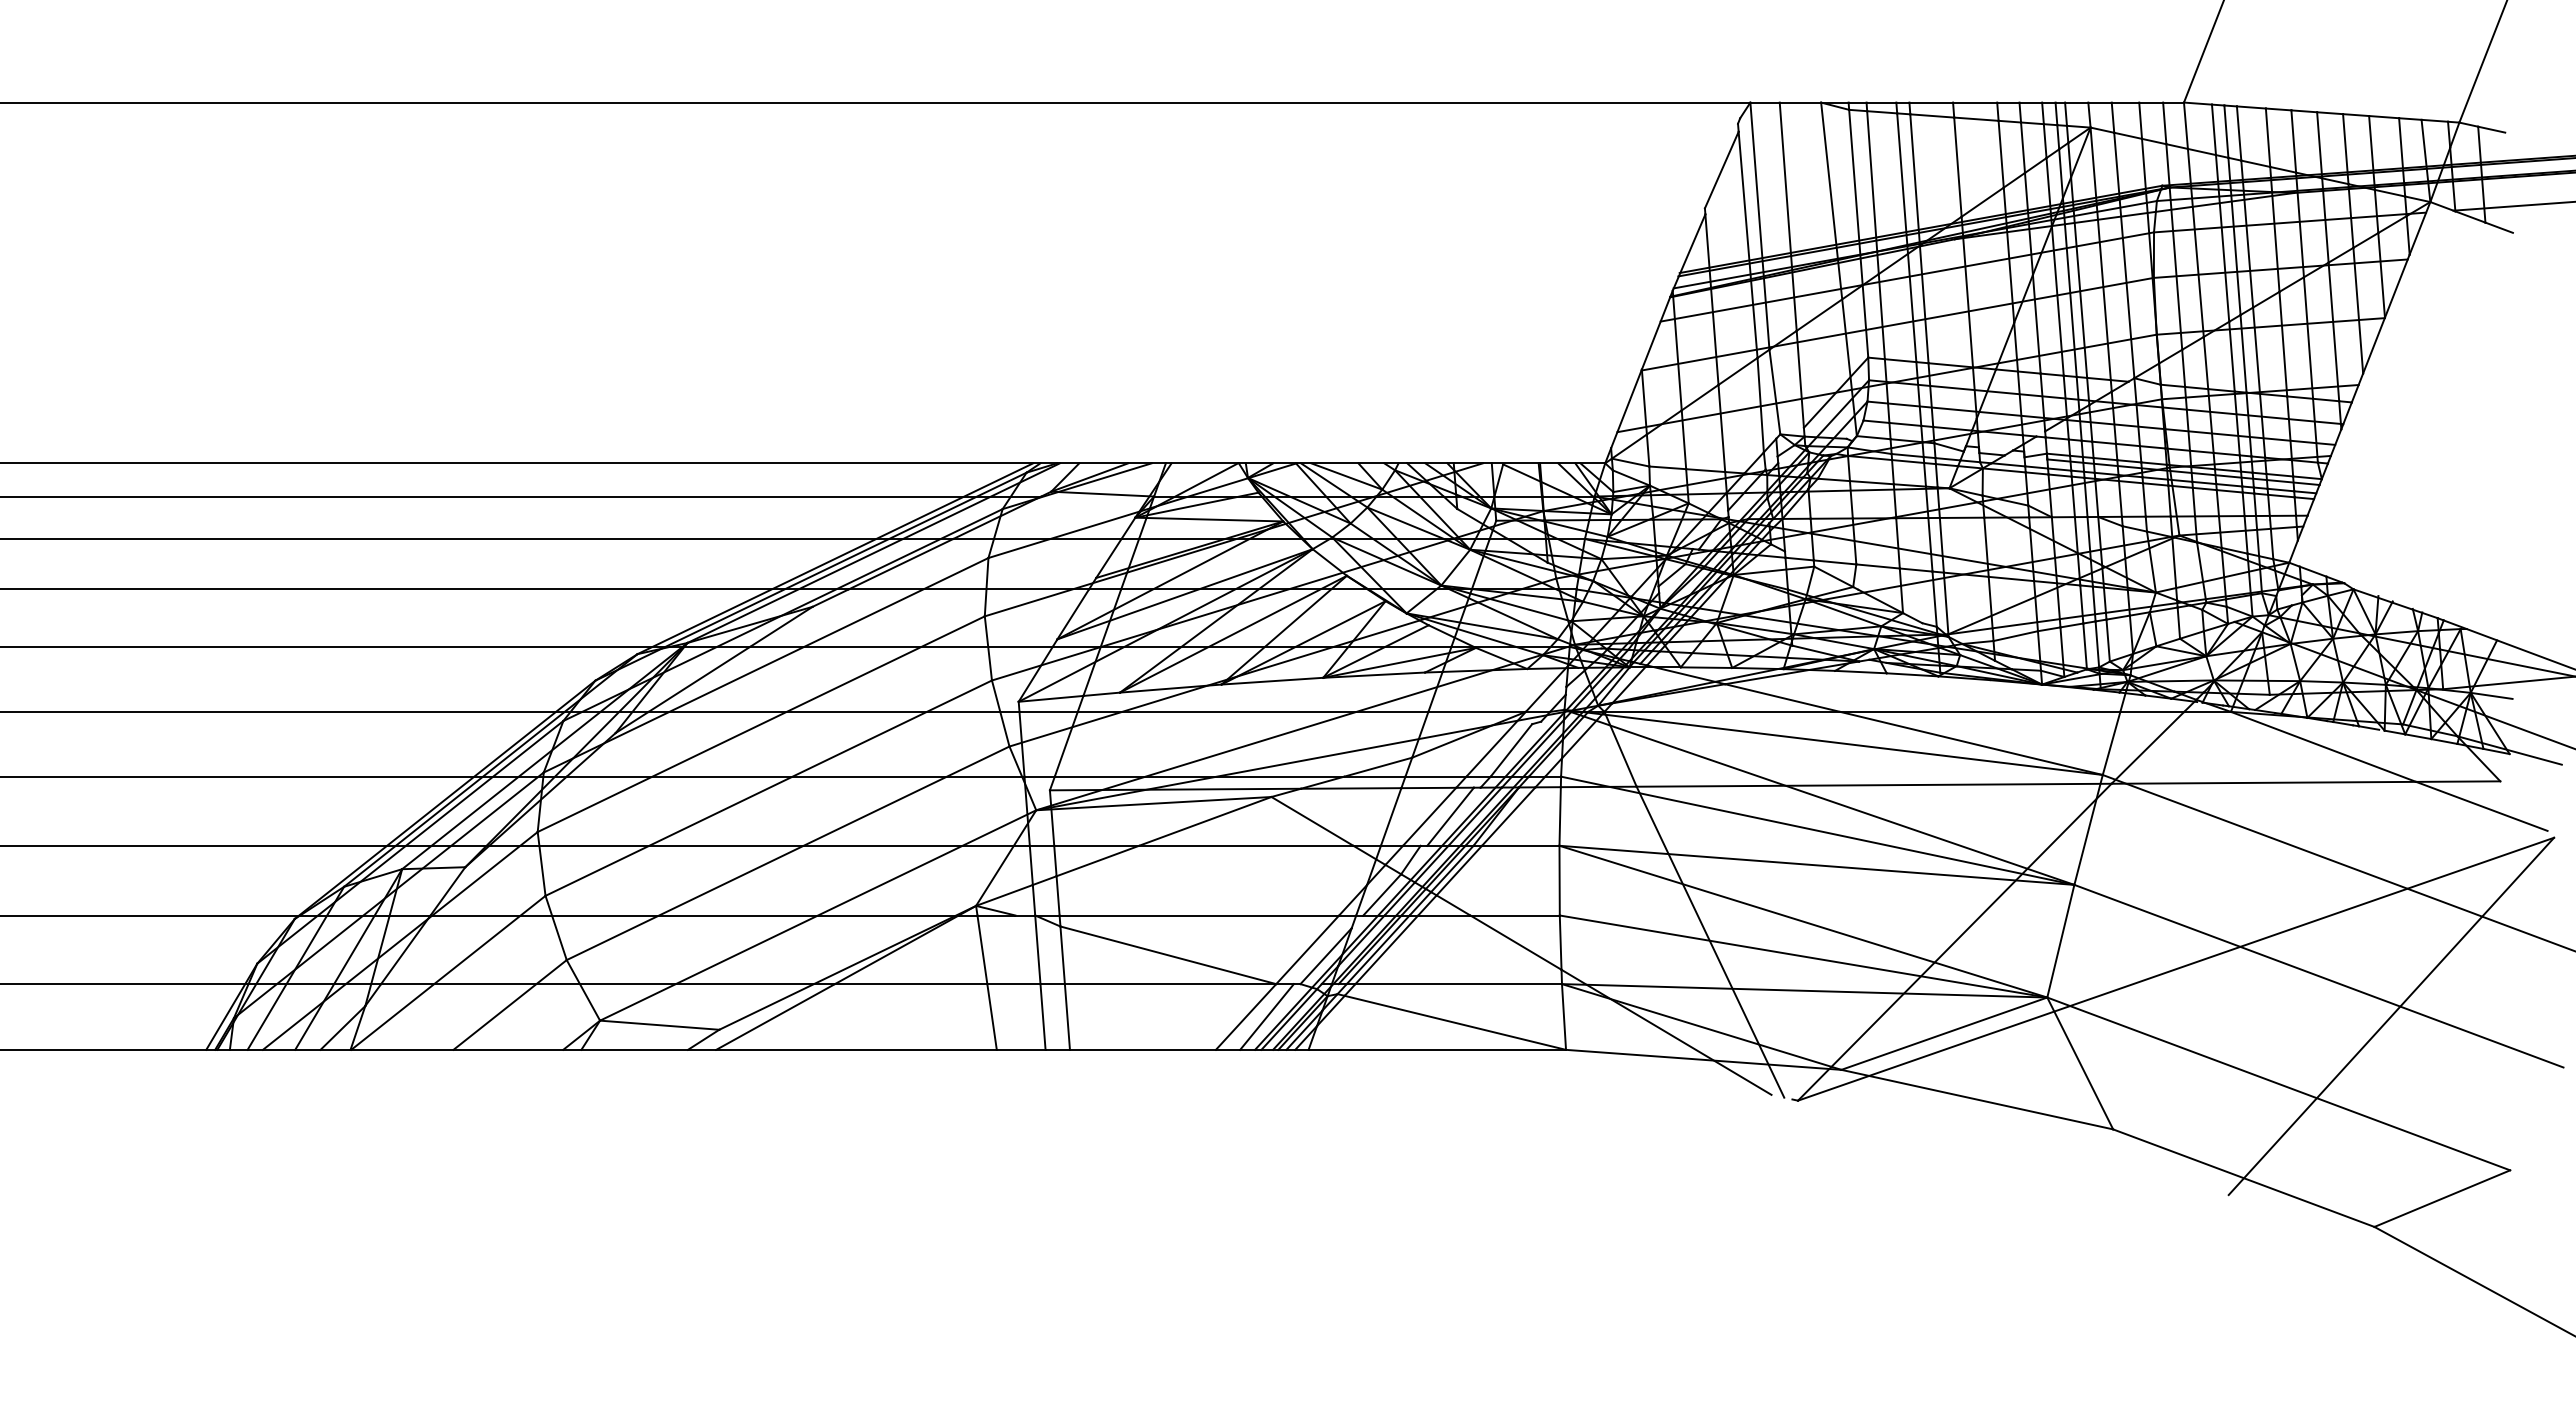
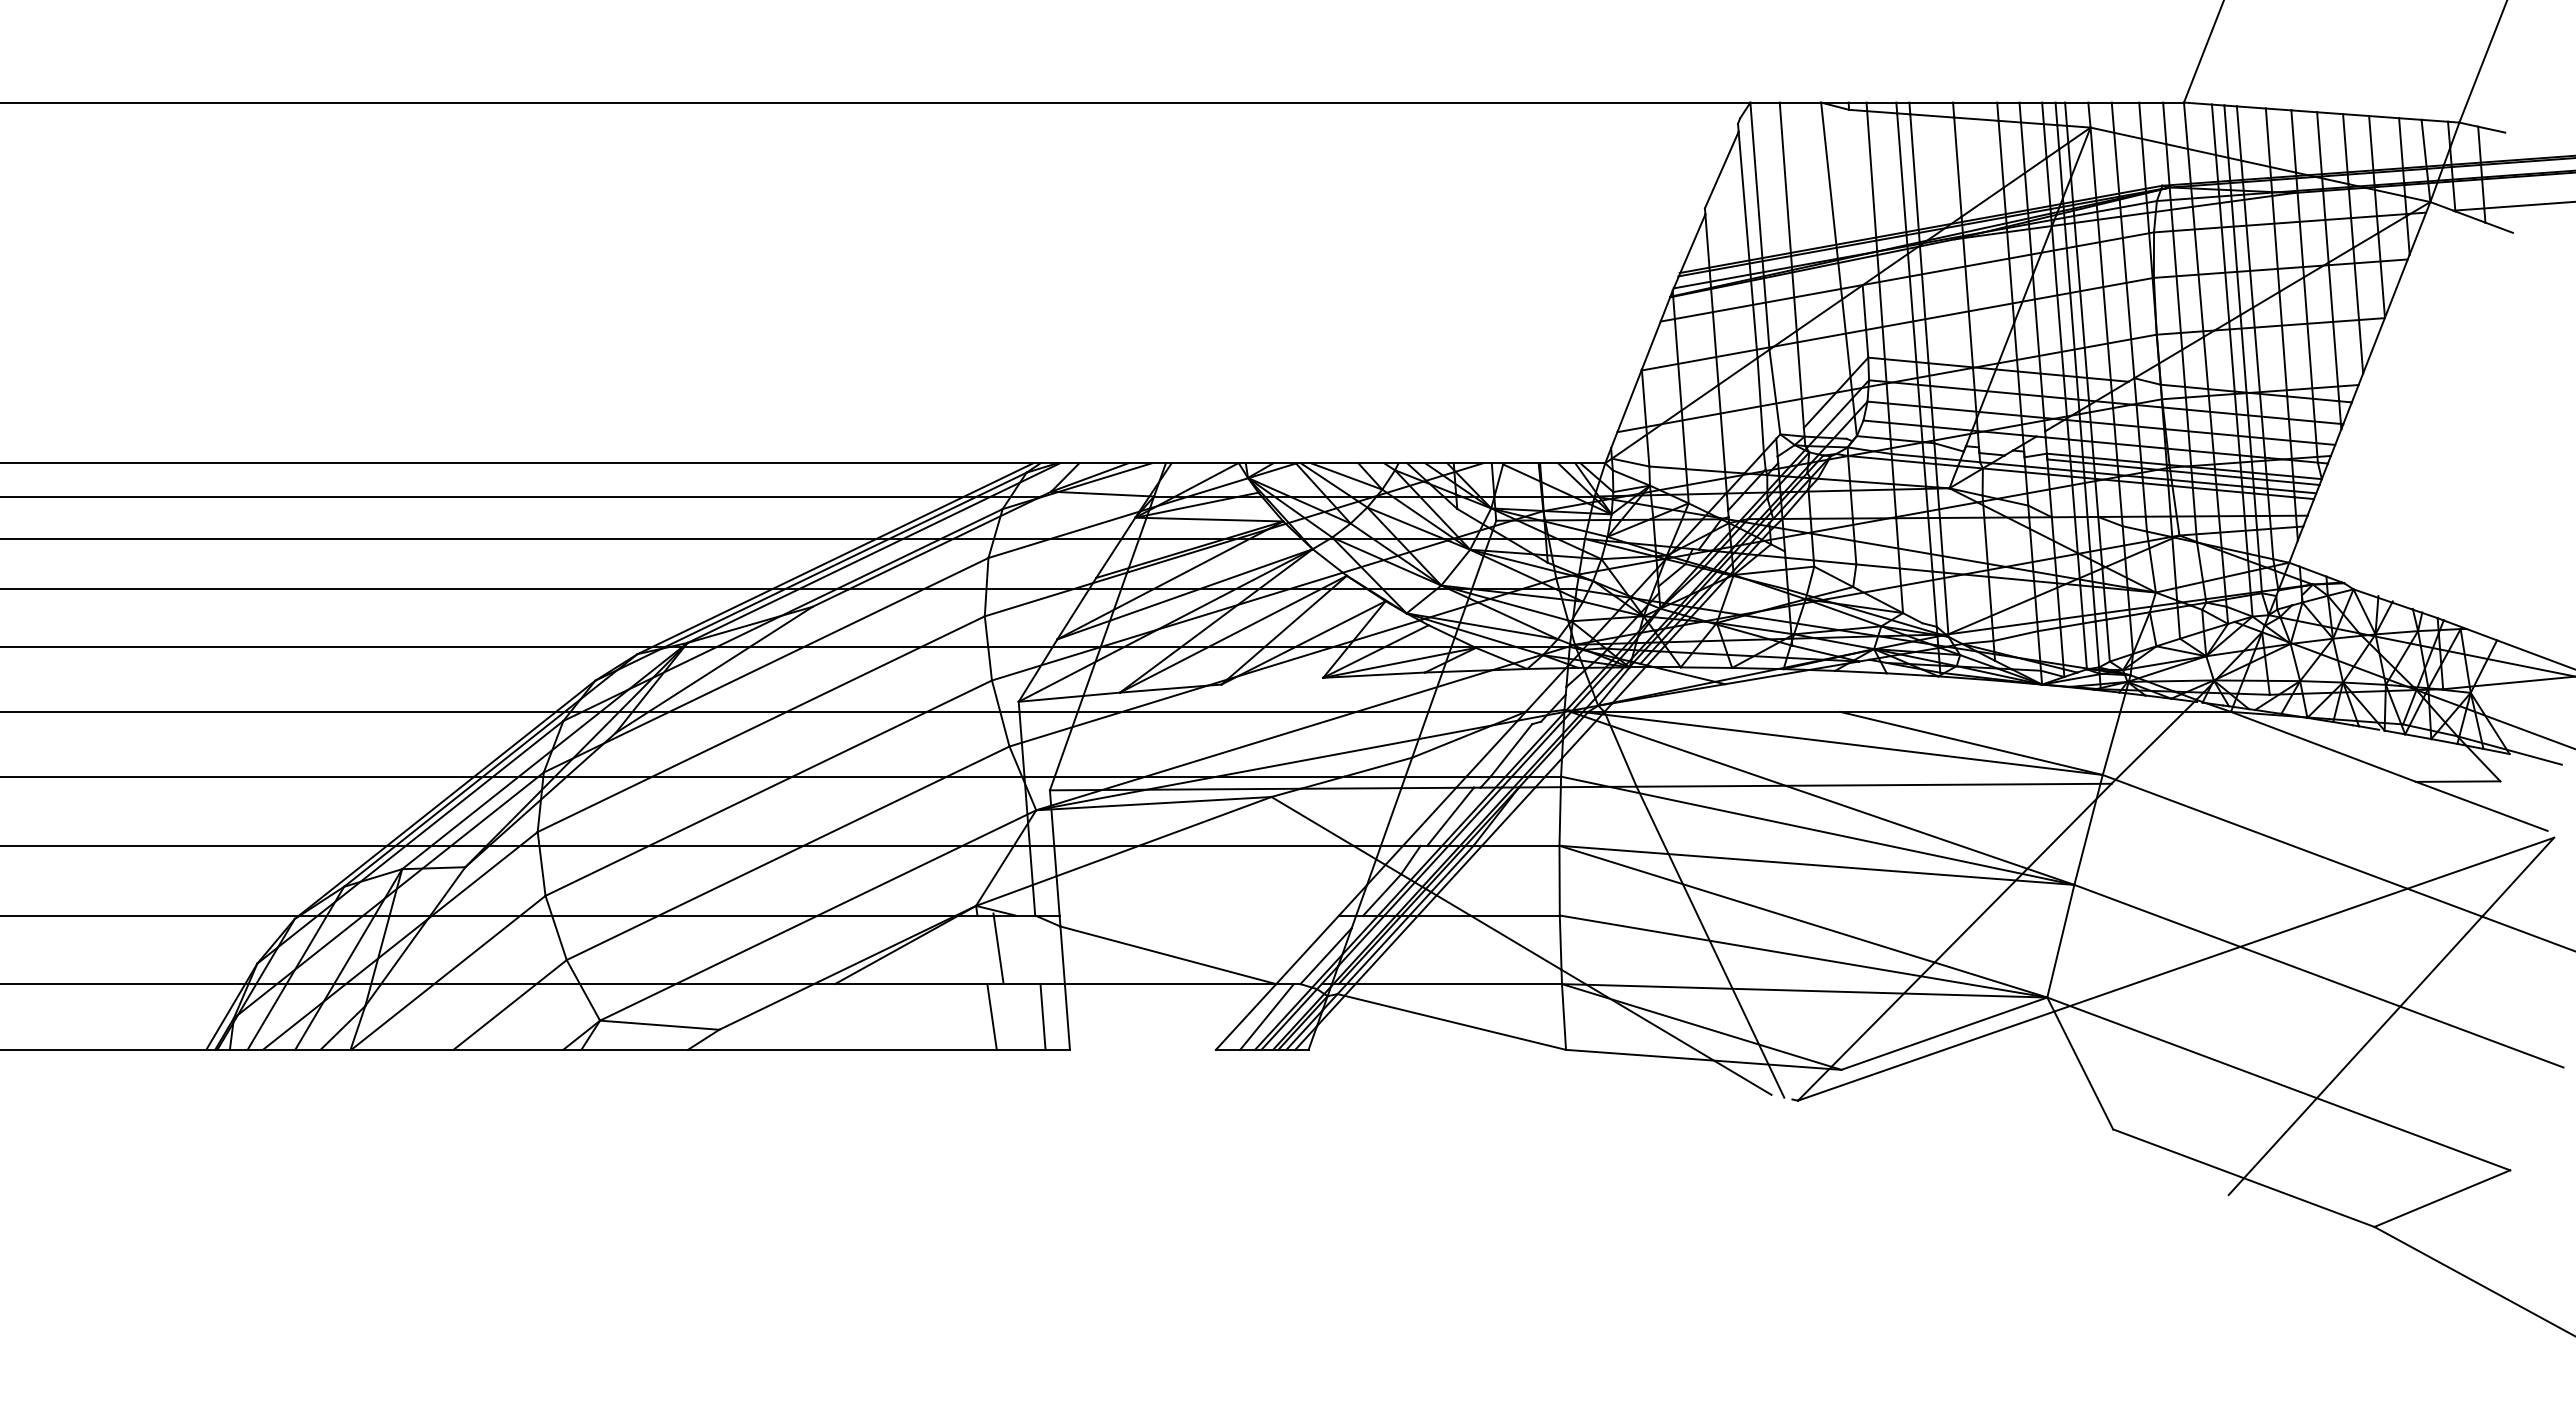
line at (1855, 197): present -> none
line at (1272, 680): present -> none
line at (2491, 695): present -> none
line at (1782, 697): present -> none
line at (2263, 782): present -> none
line at (1199, 915): present -> none
line at (982, 949) position: (982, 949) -> (998, 947)
line at (1037, 949): present -> none
line at (775, 1016): present -> none
line at (1142, 1049): present -> none
line at (1437, 1049): present -> none
line at (1977, 1099): present -> none
